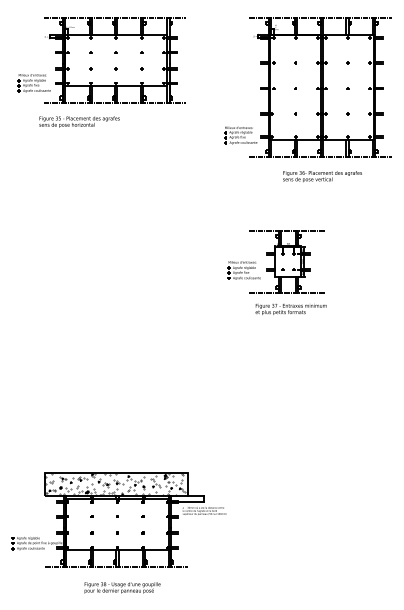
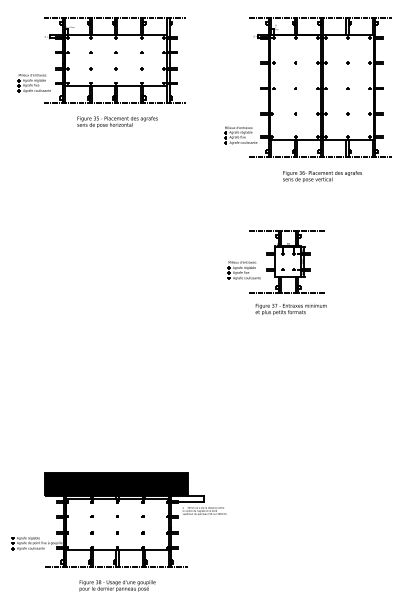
text at (79, 121) position: (79, 121) -> (117, 121)
fill at (115, 484): none -> present
text at (122, 587) position: (122, 587) -> (117, 585)
